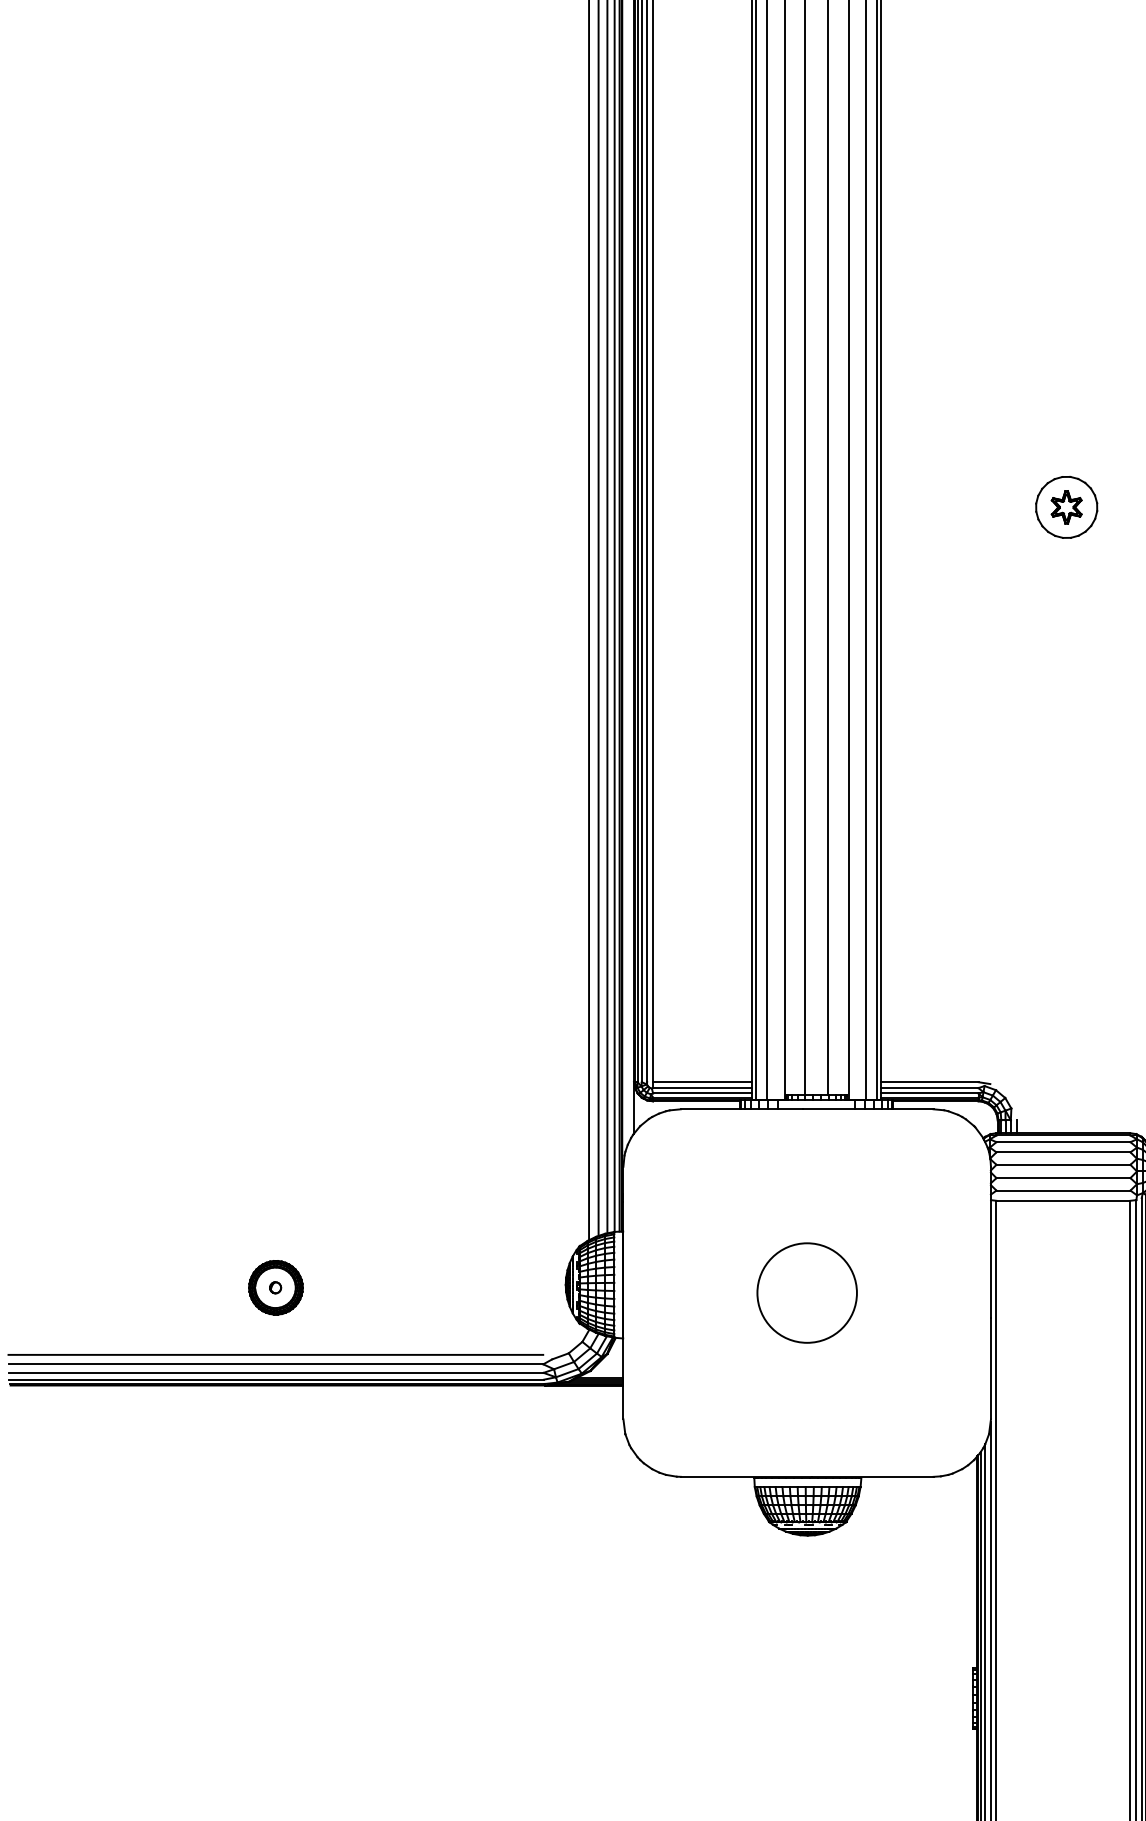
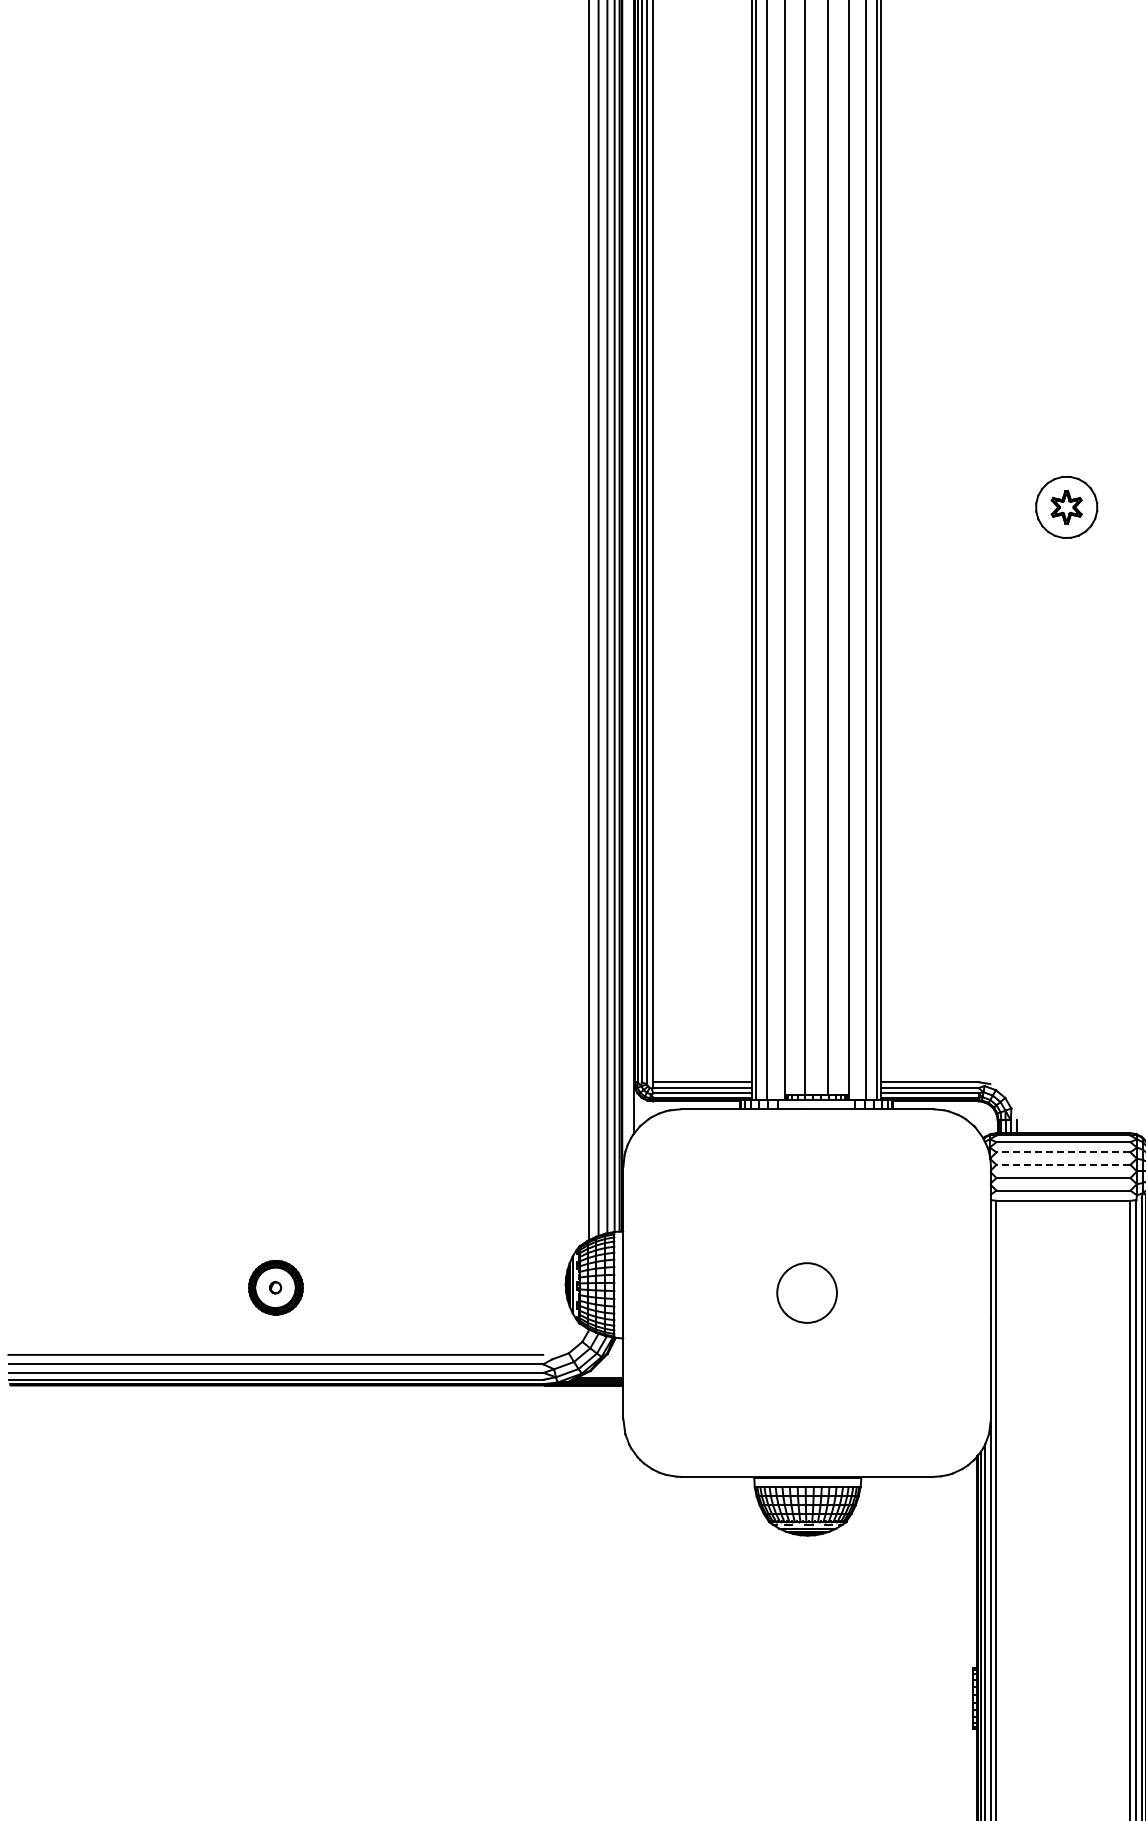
line at (1063, 1152): solid -> dashed
line at (1063, 1164): solid -> dashed
circle at (806, 1292) size: 102x102 px -> 62x62 px
